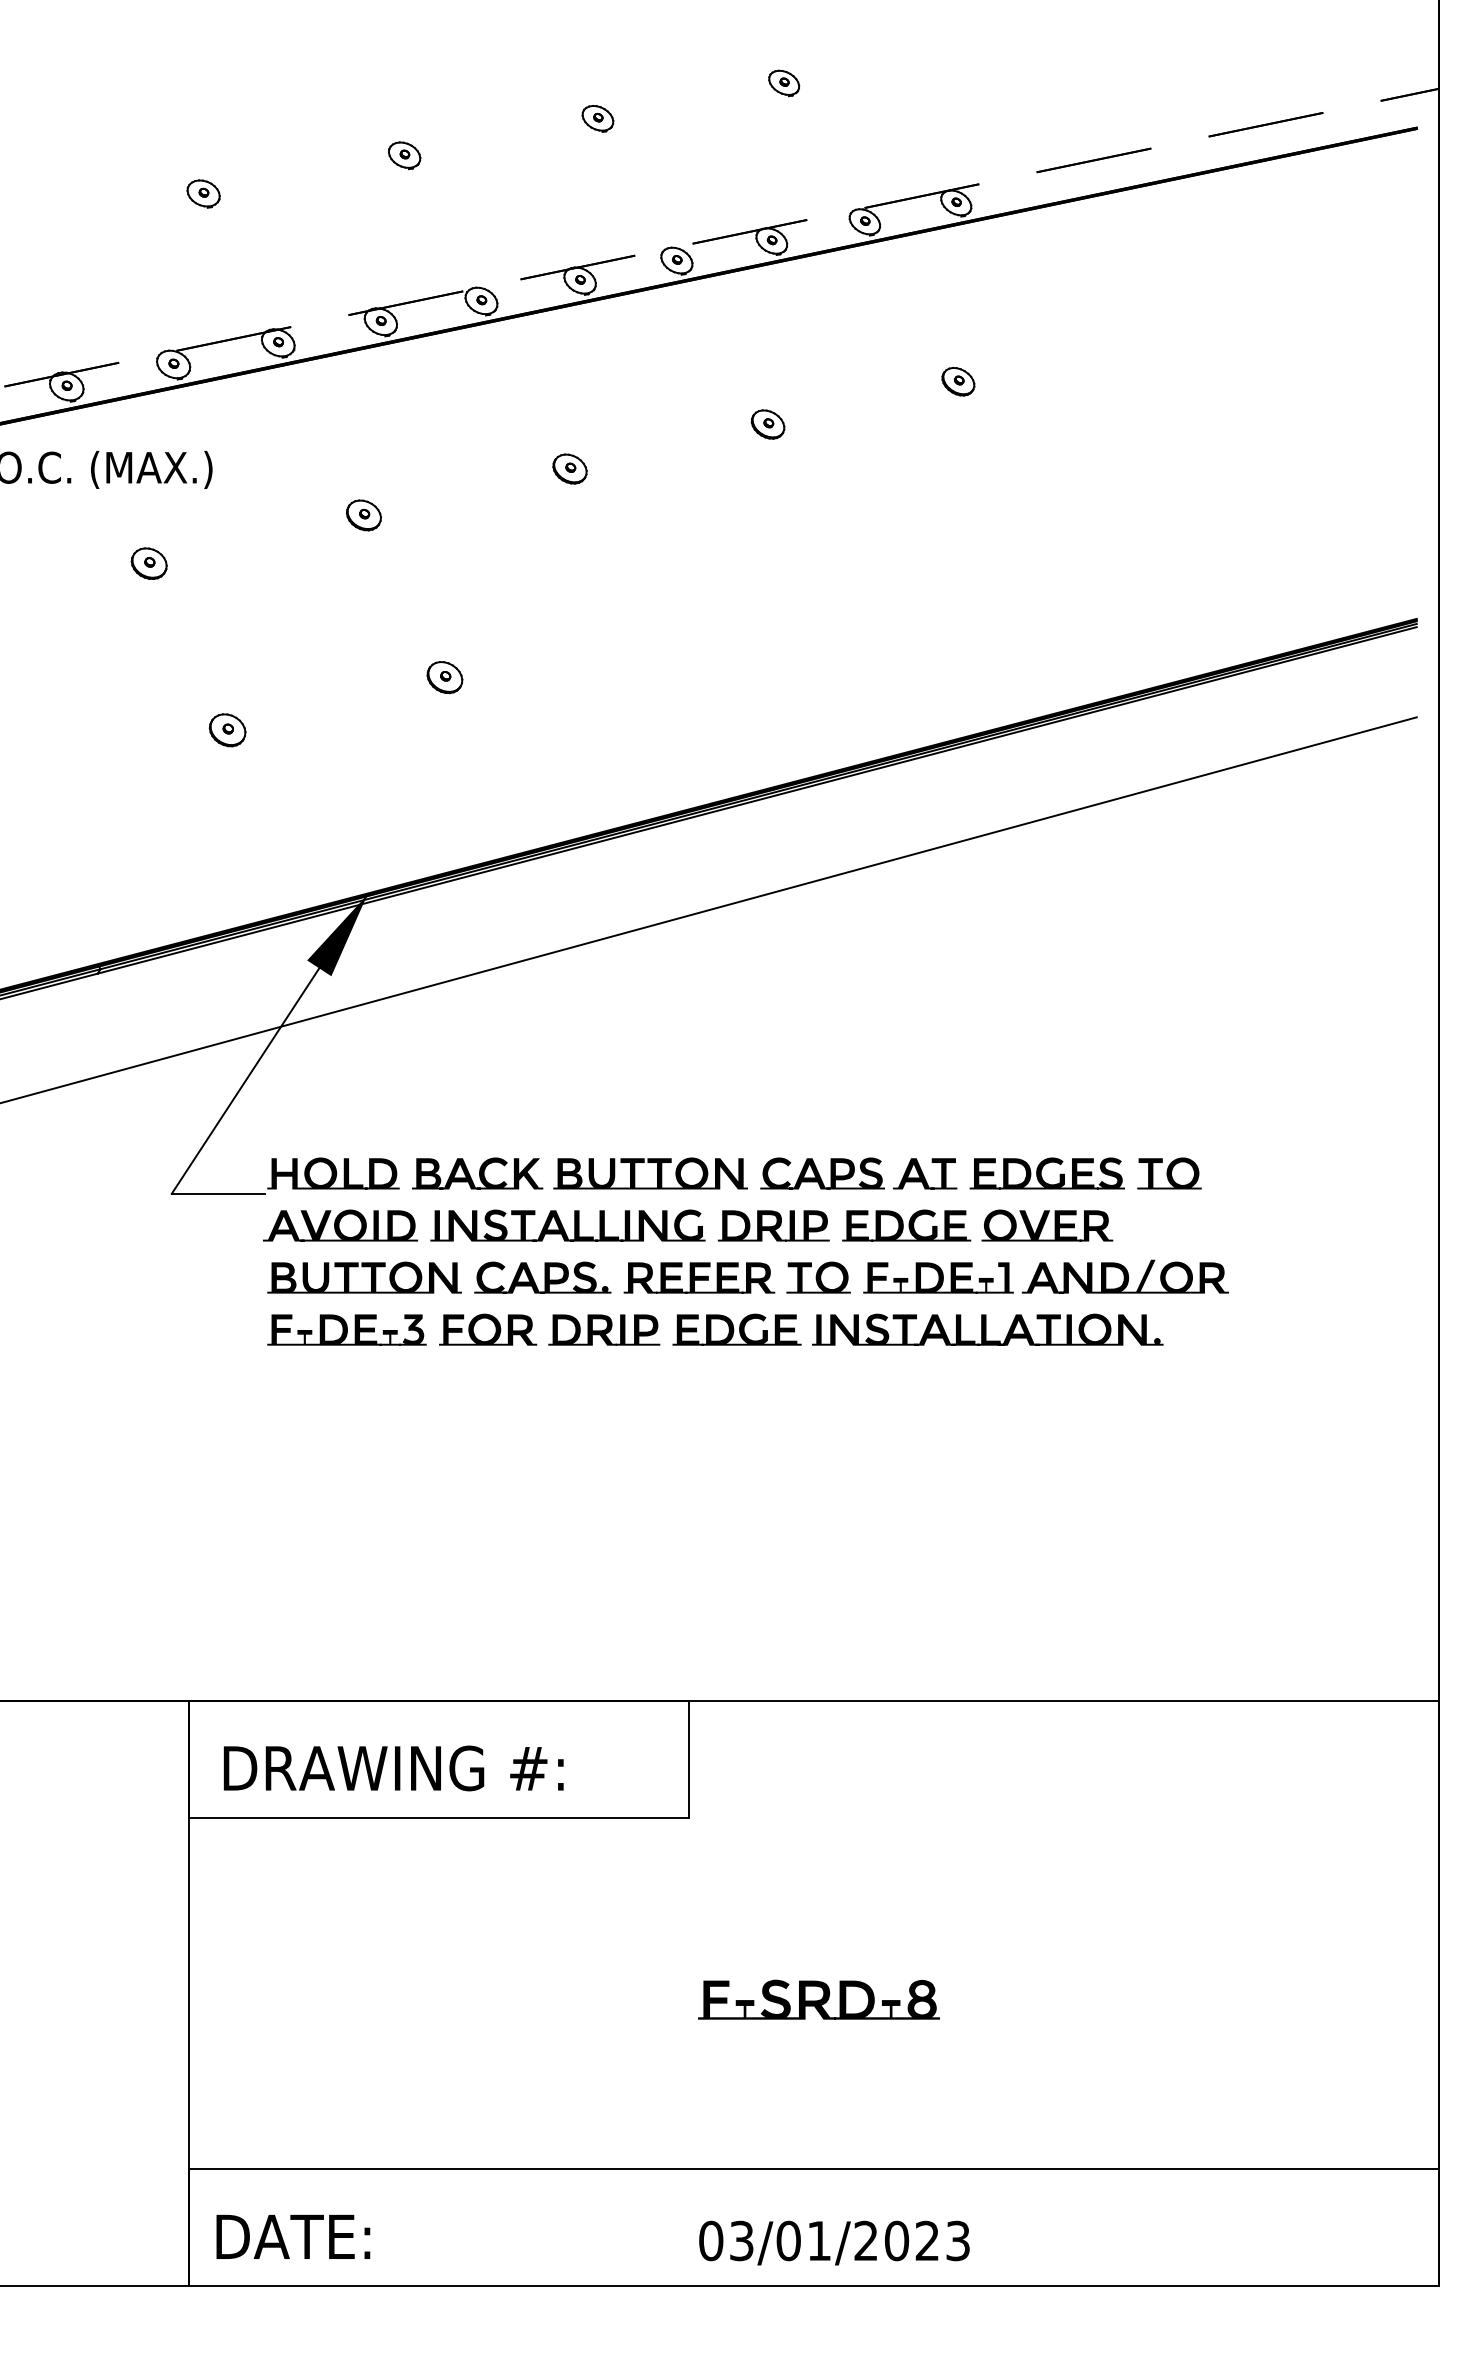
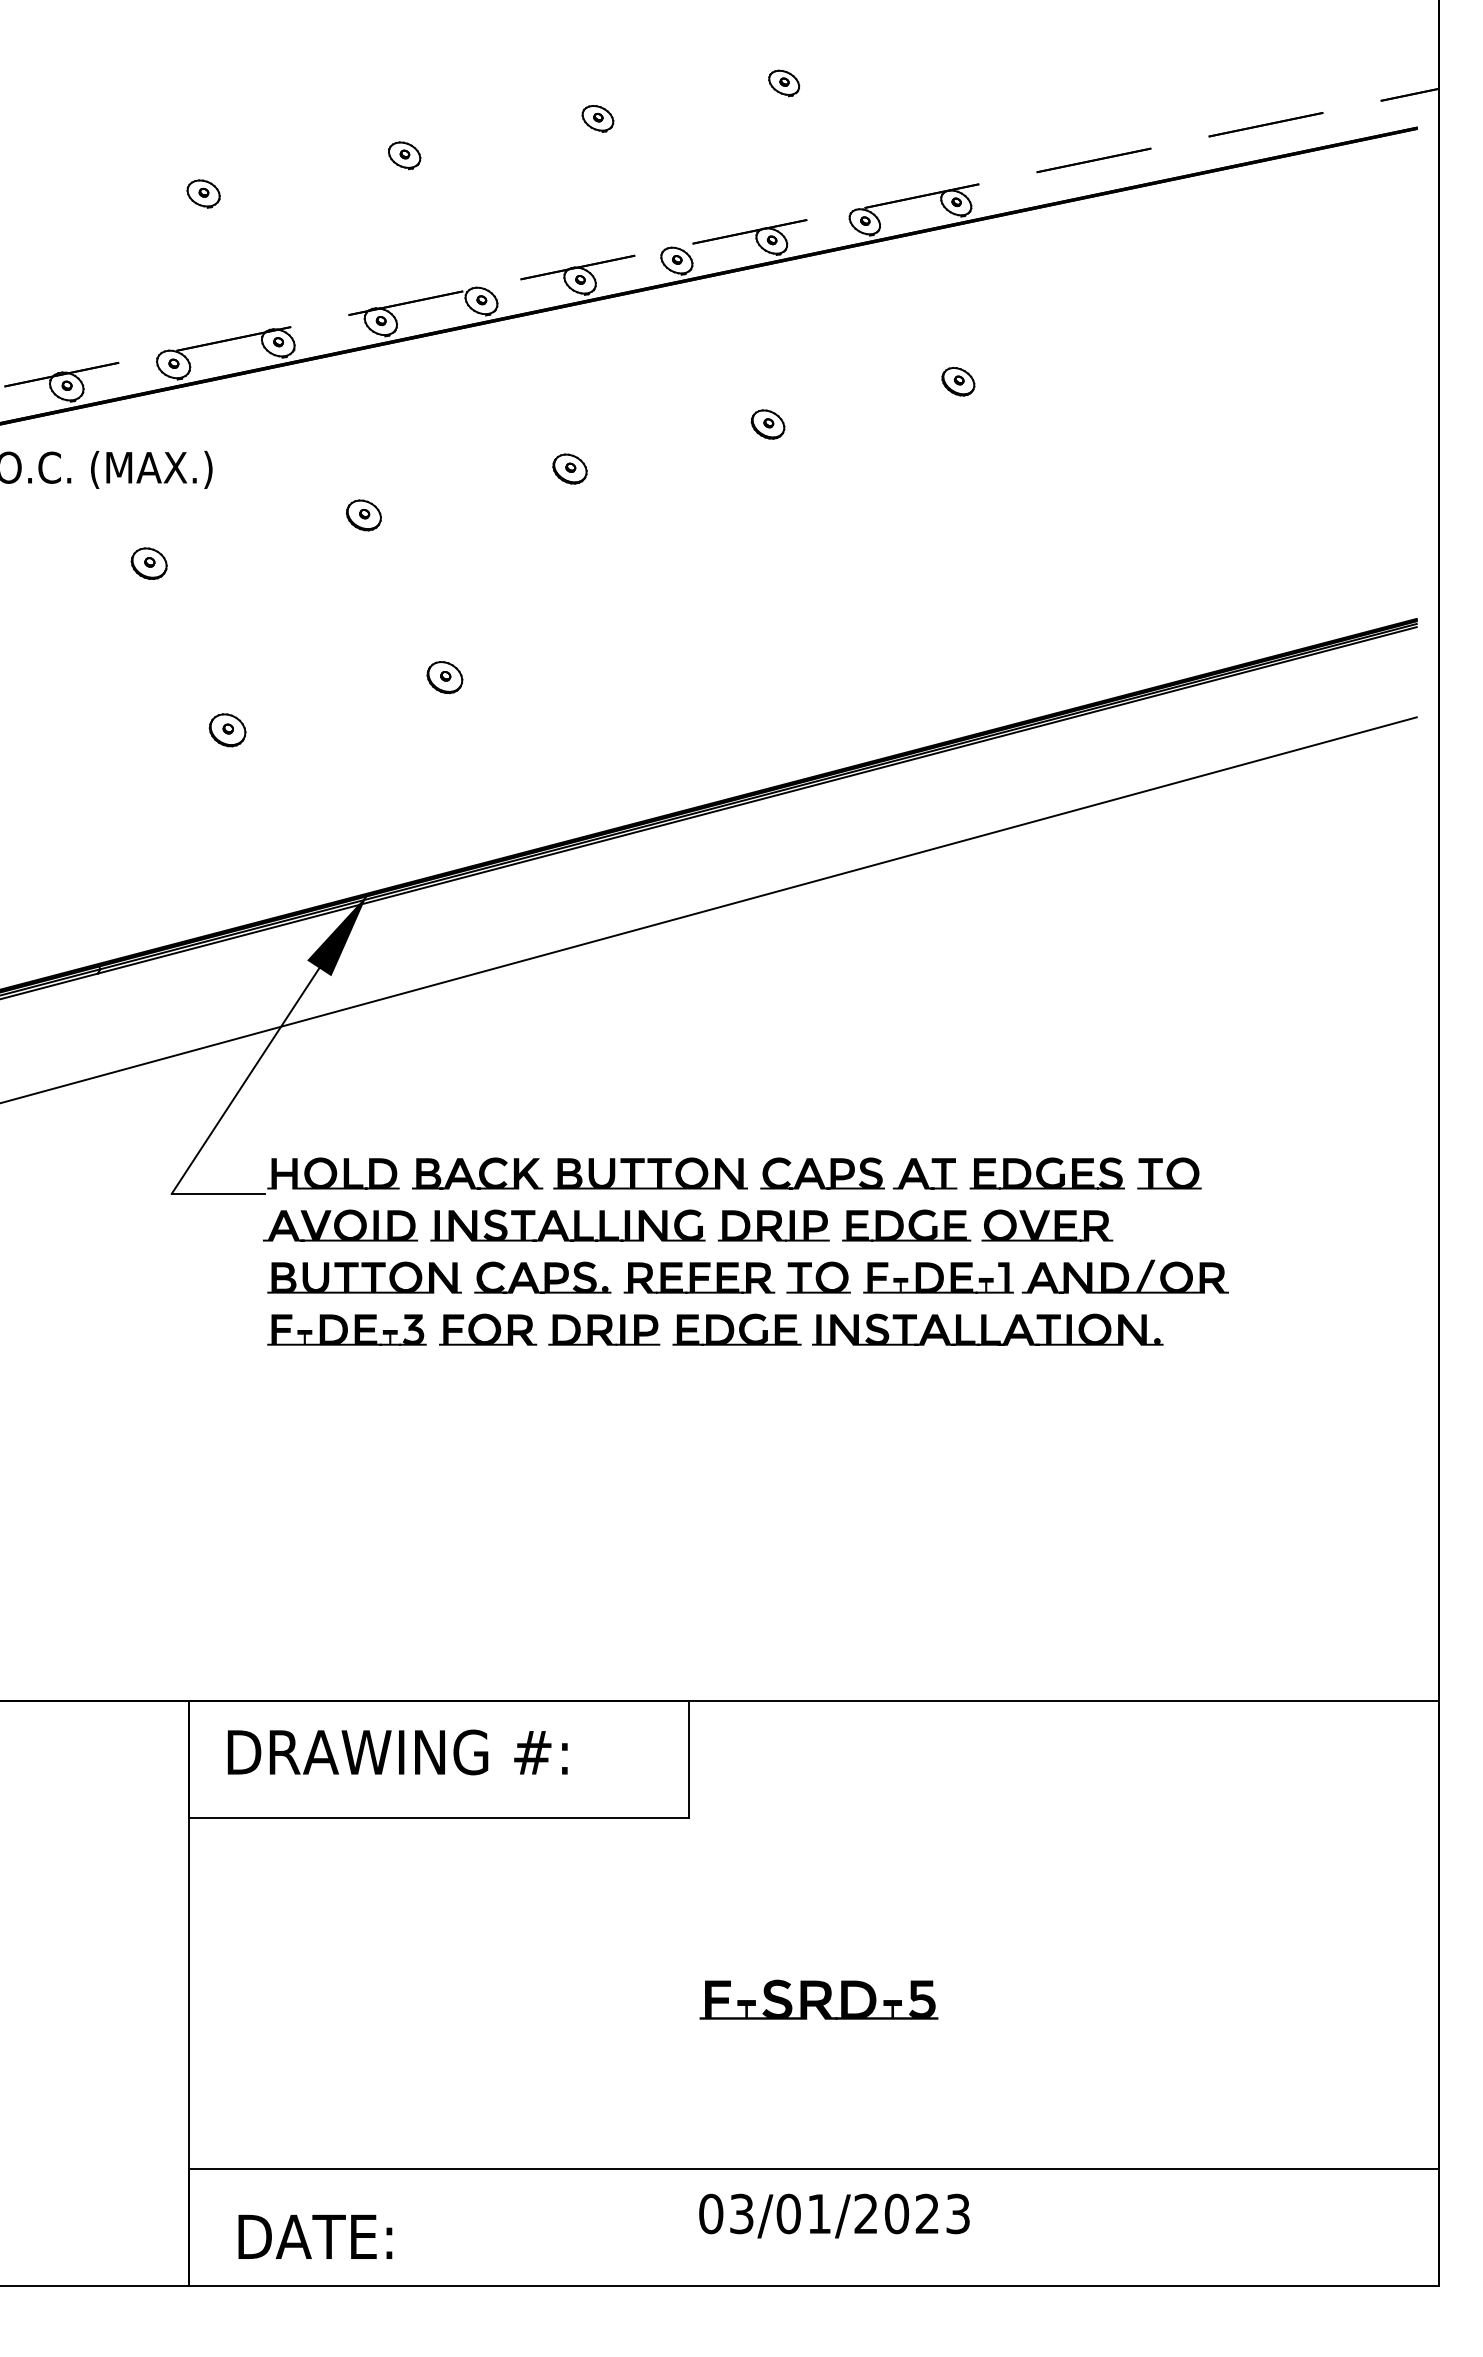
text at (393, 1768) position: (393, 1768) -> (397, 1752)
text at (818, 1999): F-SRD-8 -> F-SRD-5
text at (293, 2236) position: (293, 2236) -> (315, 2236)
text at (834, 2242) position: (834, 2242) -> (834, 2215)
